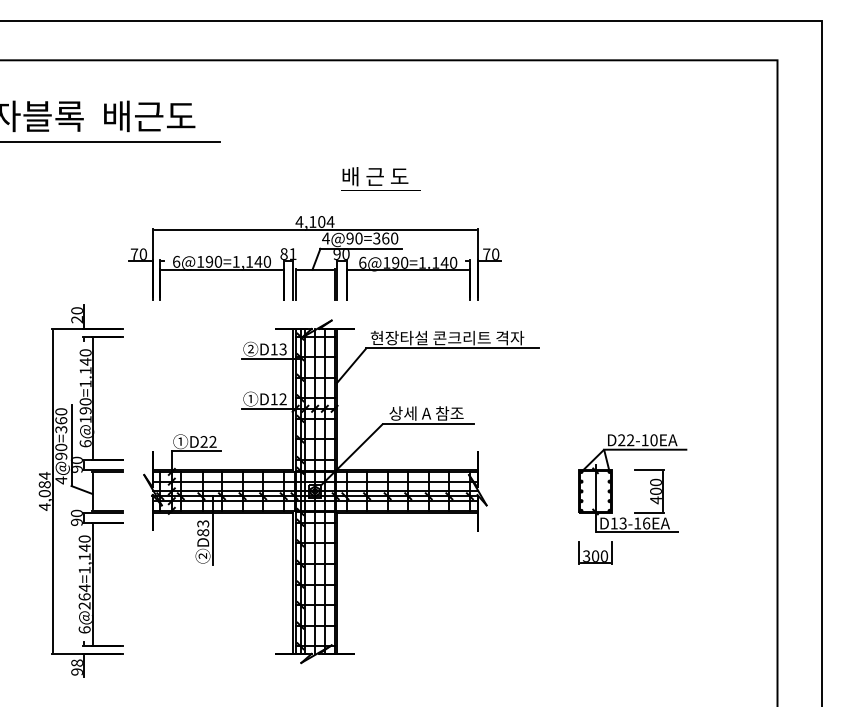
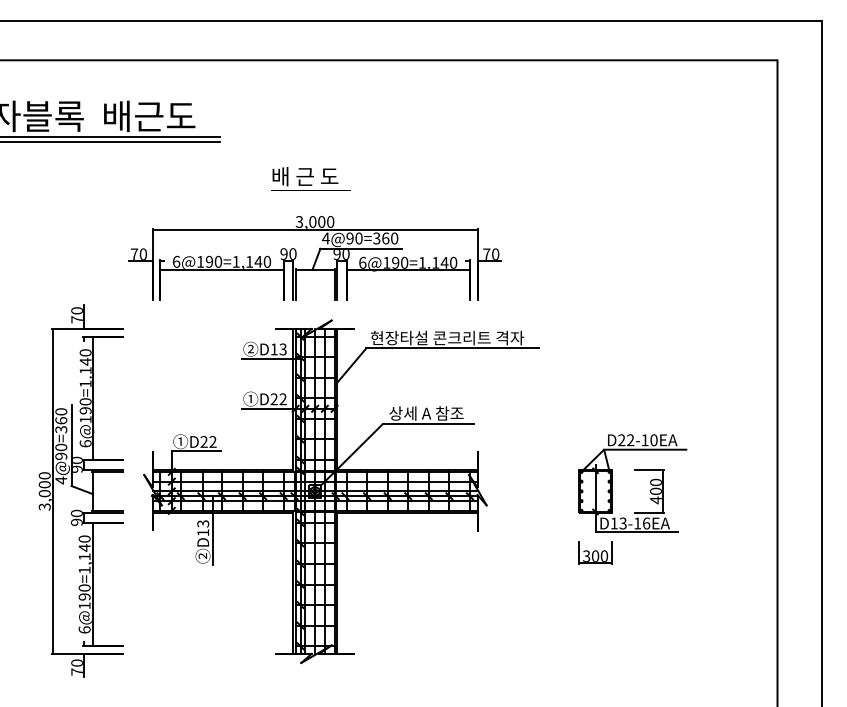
line at (111, 136): none -> present
text at (380, 178) position: (380, 178) -> (310, 178)
text at (314, 221): 4,104 -> 3,000
text at (288, 254): 81 -> 90
text at (76, 319): 20 -> 70
text at (273, 398): D12 -> D22
text at (44, 491): 4,084 -> 3,000
text at (203, 532): D83 -> D13
text at (84, 596): 6@264=1,140 -> 6@190=1,140
text at (76, 667): 98 -> 70
